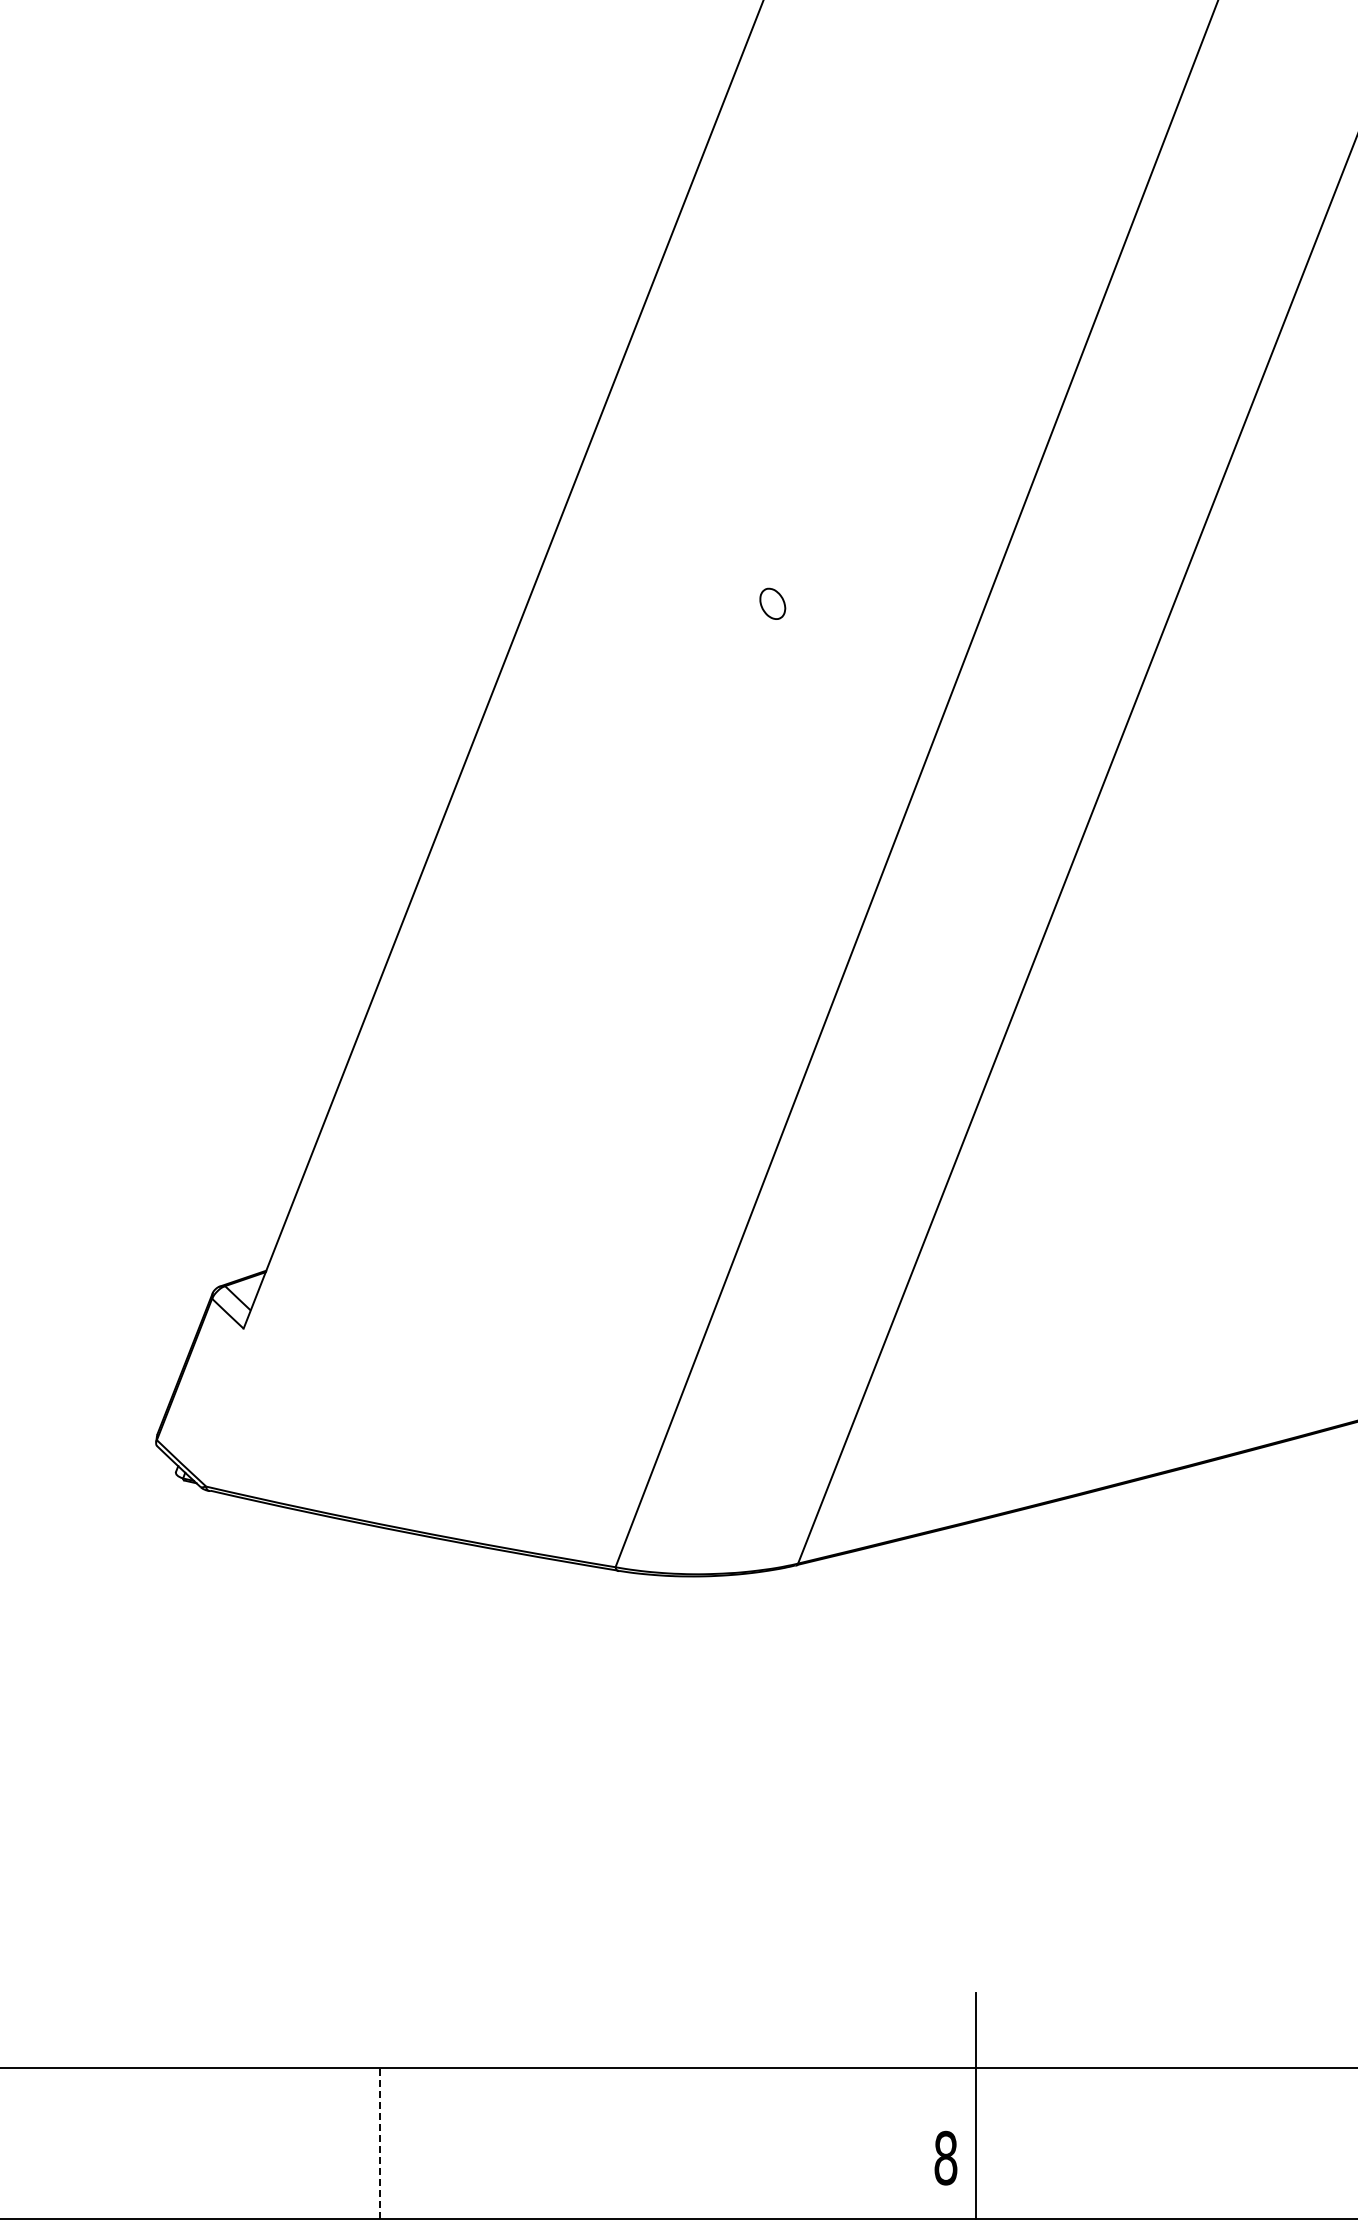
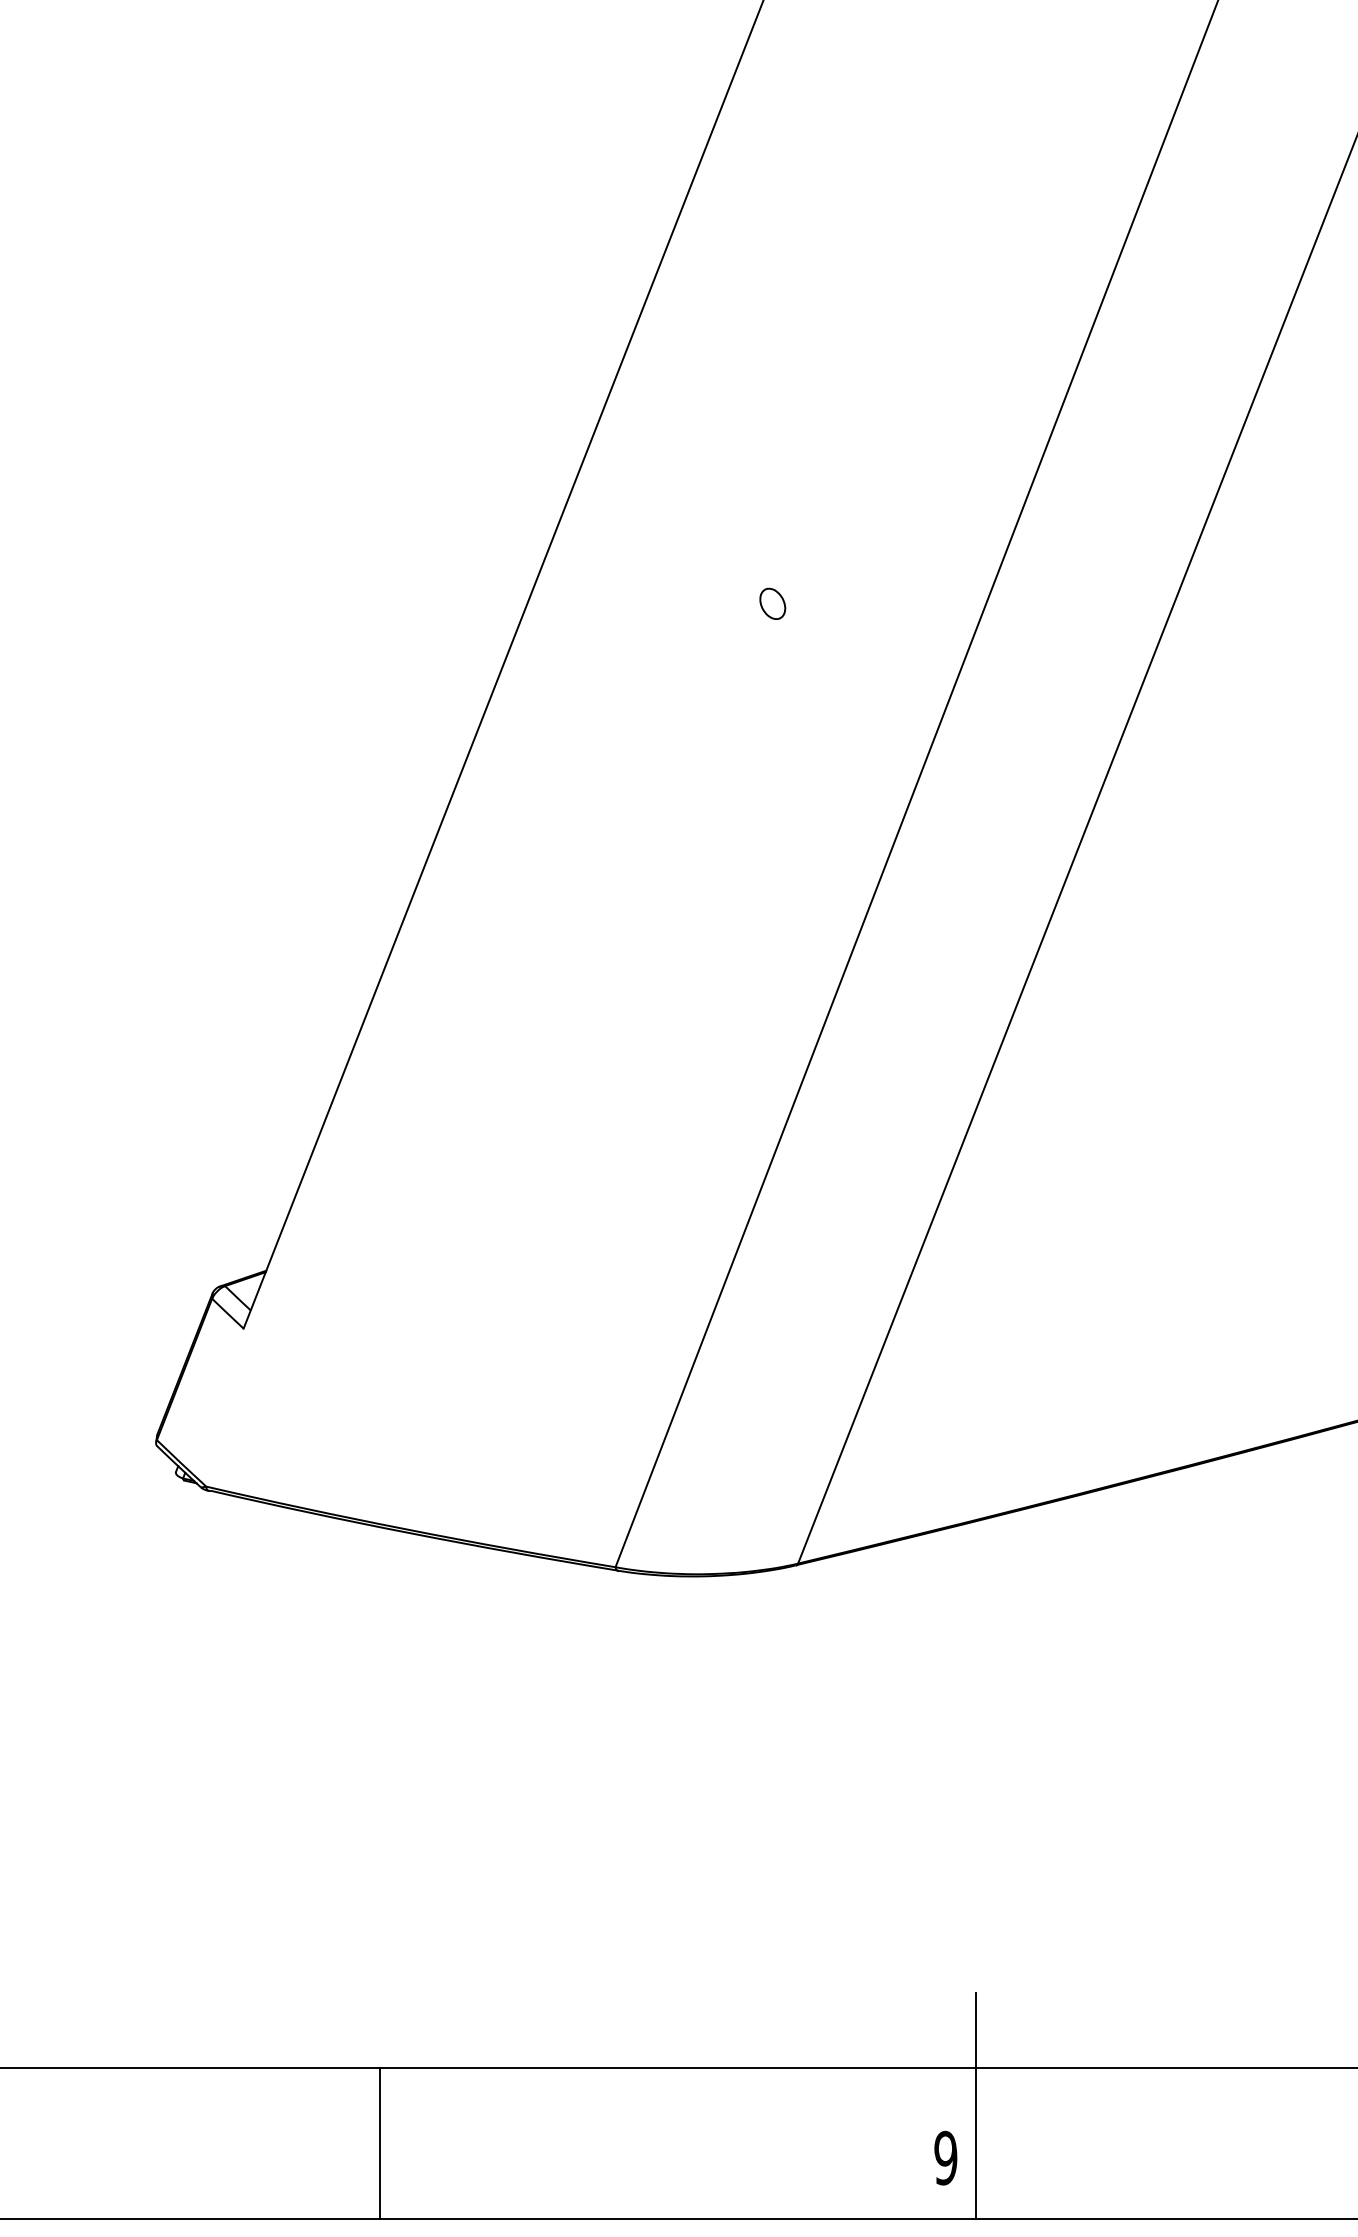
line at (380, 2143): dashed -> solid
text at (945, 2158): 8 -> 9
